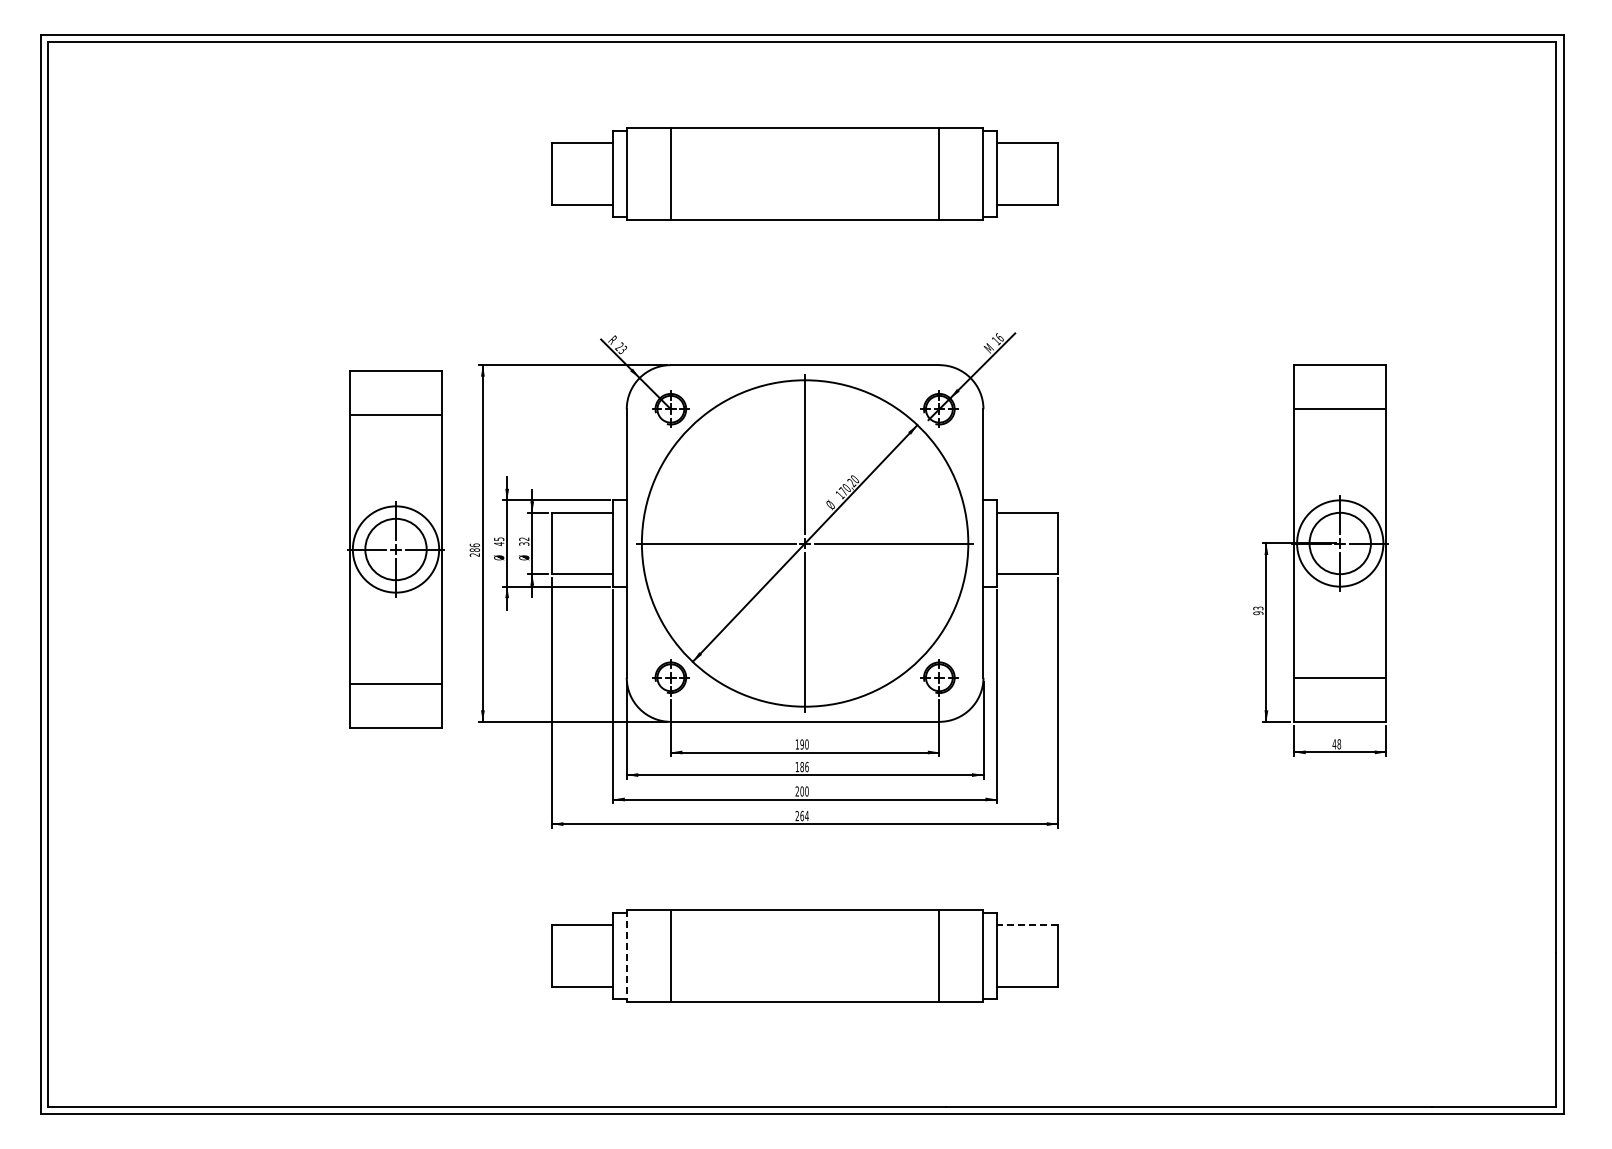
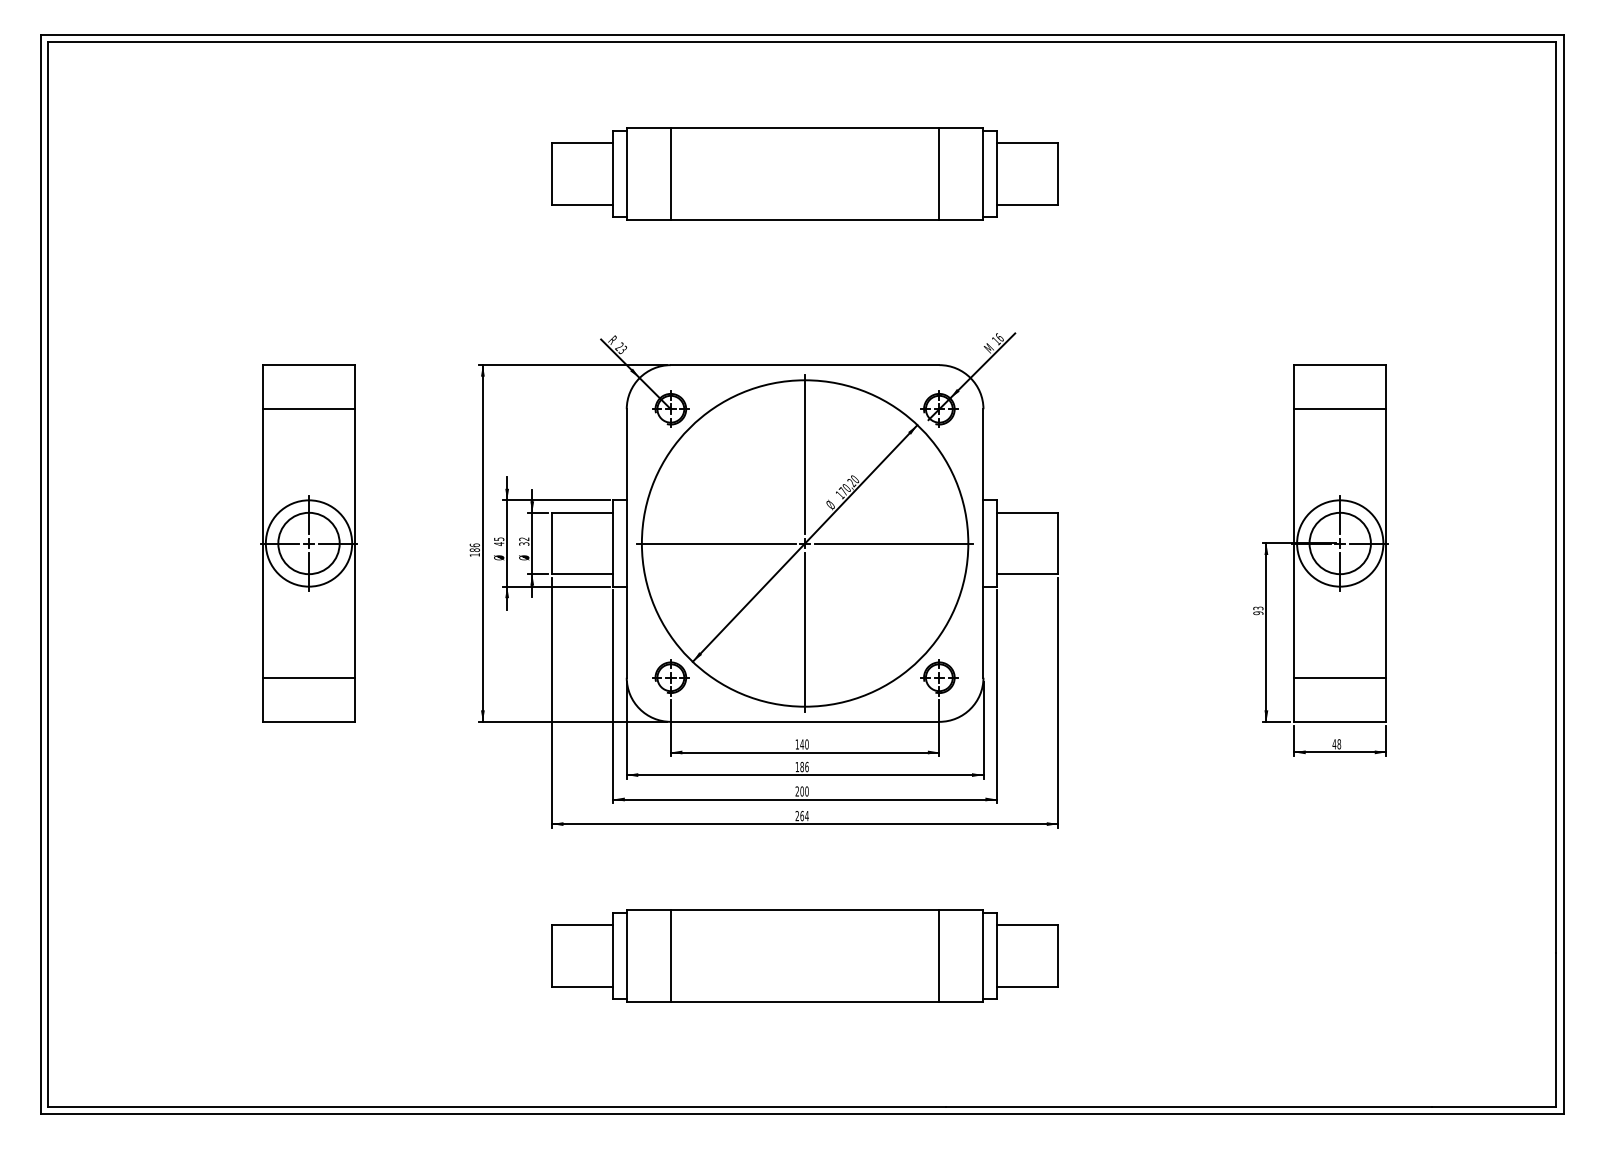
part at (395, 549) position: (395, 549) -> (308, 543)
text at (474, 554): 286 -> 186
text at (802, 744): 190 -> 140
line at (1027, 925): dashed -> solid
line at (626, 956): dashed -> solid
